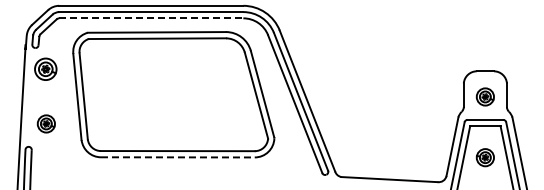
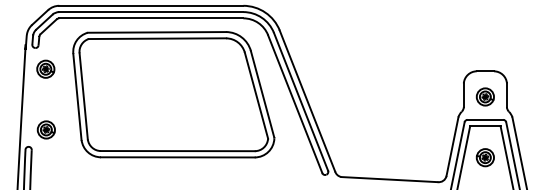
line at (151, 18): dashed -> solid
part at (45, 68) size: 24x24 px -> 20x20 px
part at (45, 123) position: (45, 123) -> (45, 129)
line at (177, 157): dashed -> solid
